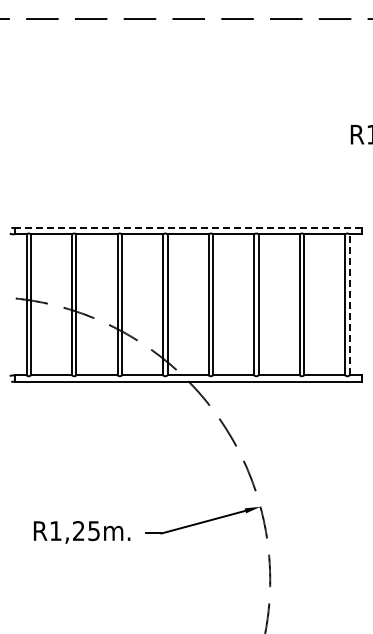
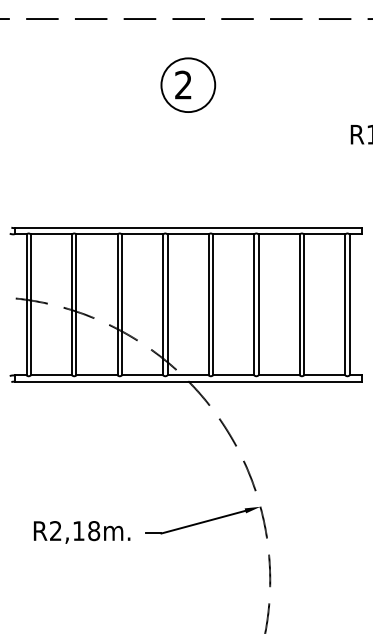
part at (188, 84): none -> present
line at (188, 228): dashed -> solid
line at (349, 304): dashed -> solid
text at (75, 531): R1,25m. -> R2,18m.
